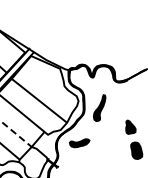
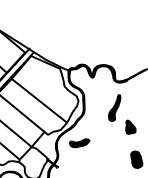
part at (99, 107) position: (99, 107) -> (114, 107)
line at (16, 134): dashed -> solid
part at (136, 150) position: (136, 150) -> (136, 159)
